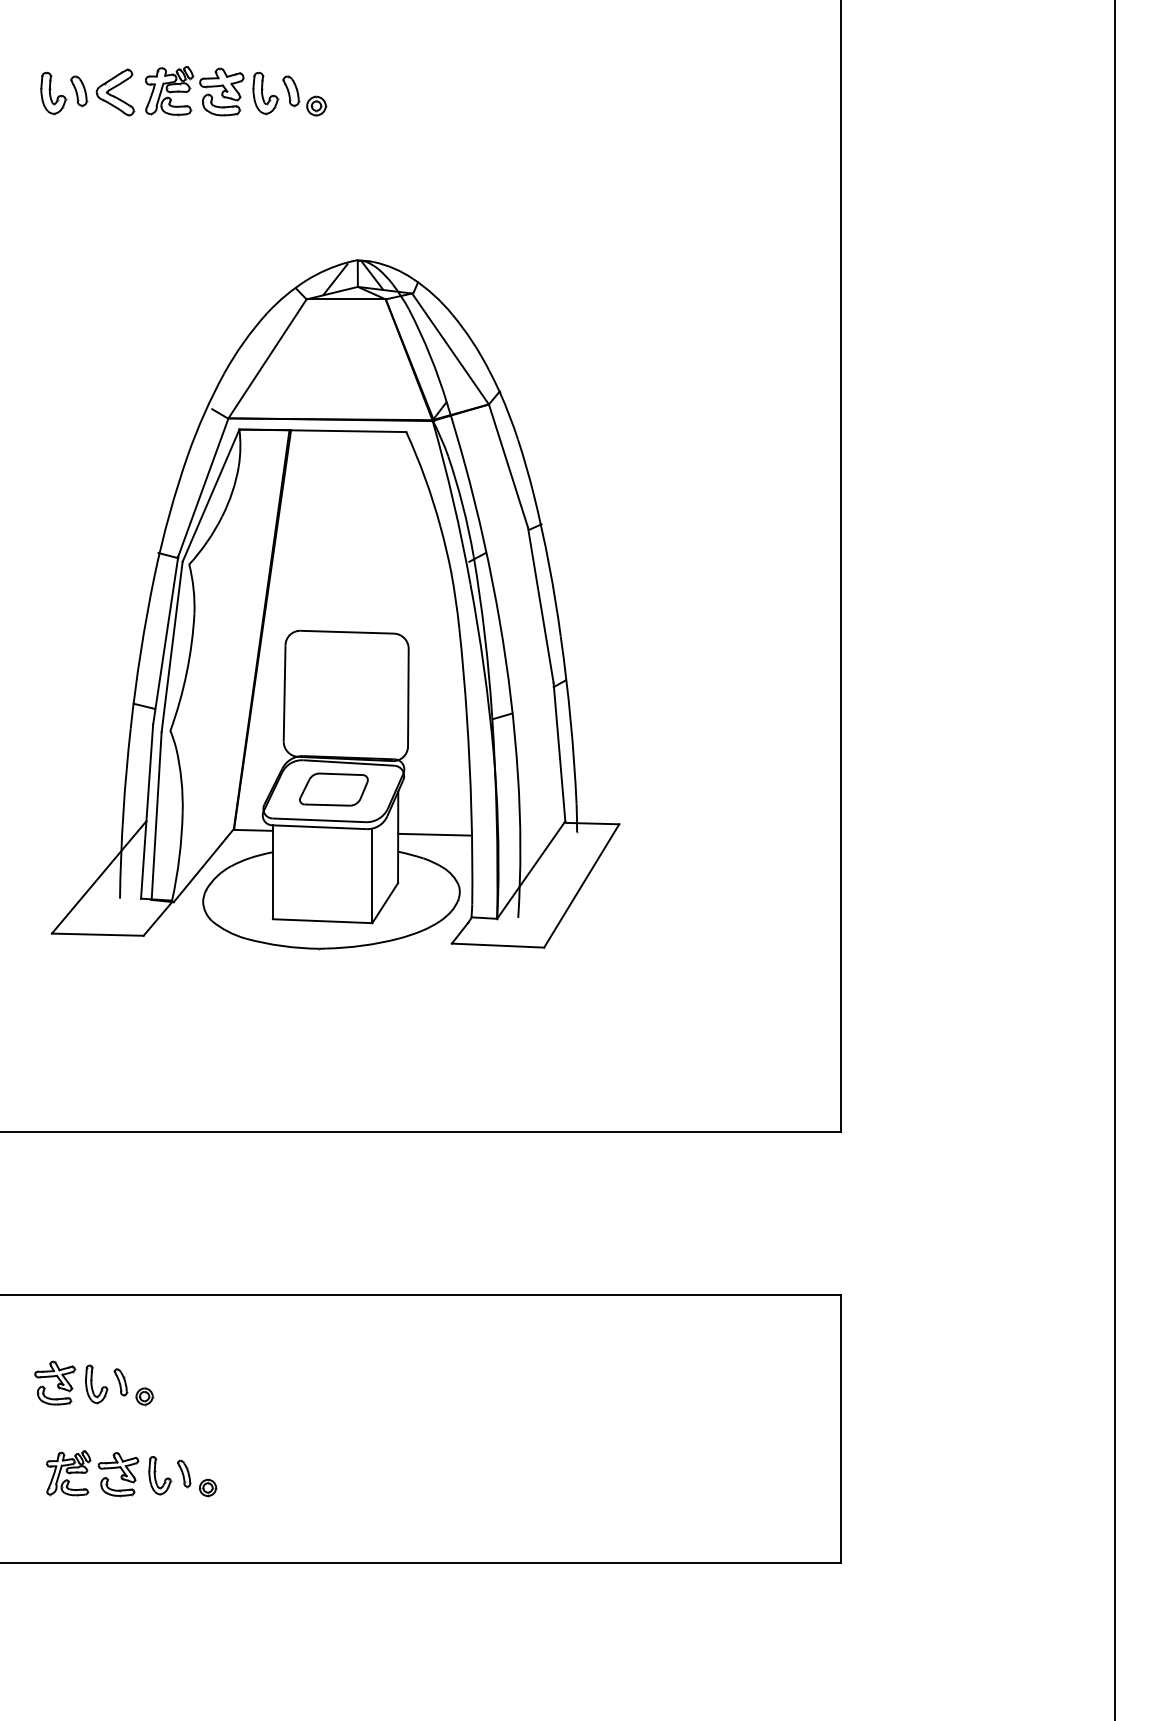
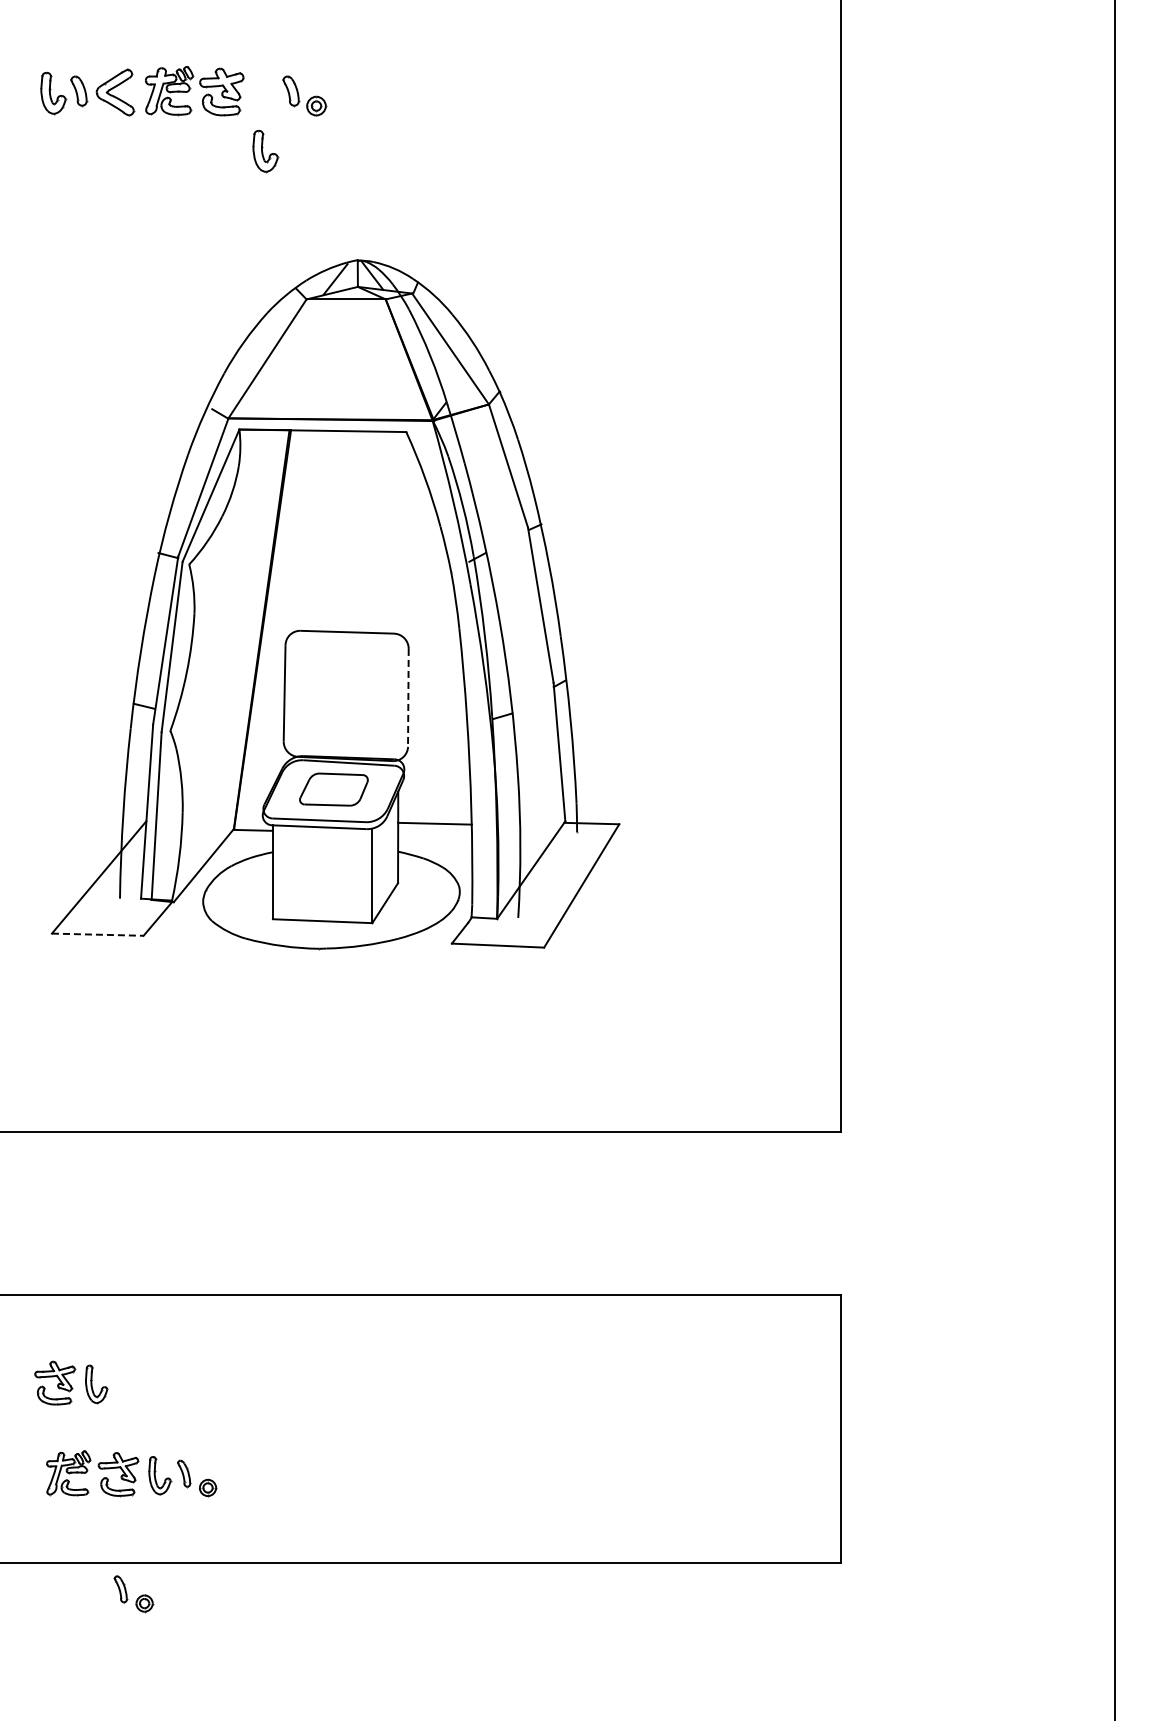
part at (265, 93) position: (265, 93) -> (265, 151)
line at (408, 697): solid -> dashed
line at (435, 834) position: (435, 834) -> (435, 823)
line at (97, 934): solid -> dashed
part at (133, 1387) position: (133, 1387) -> (133, 1594)
